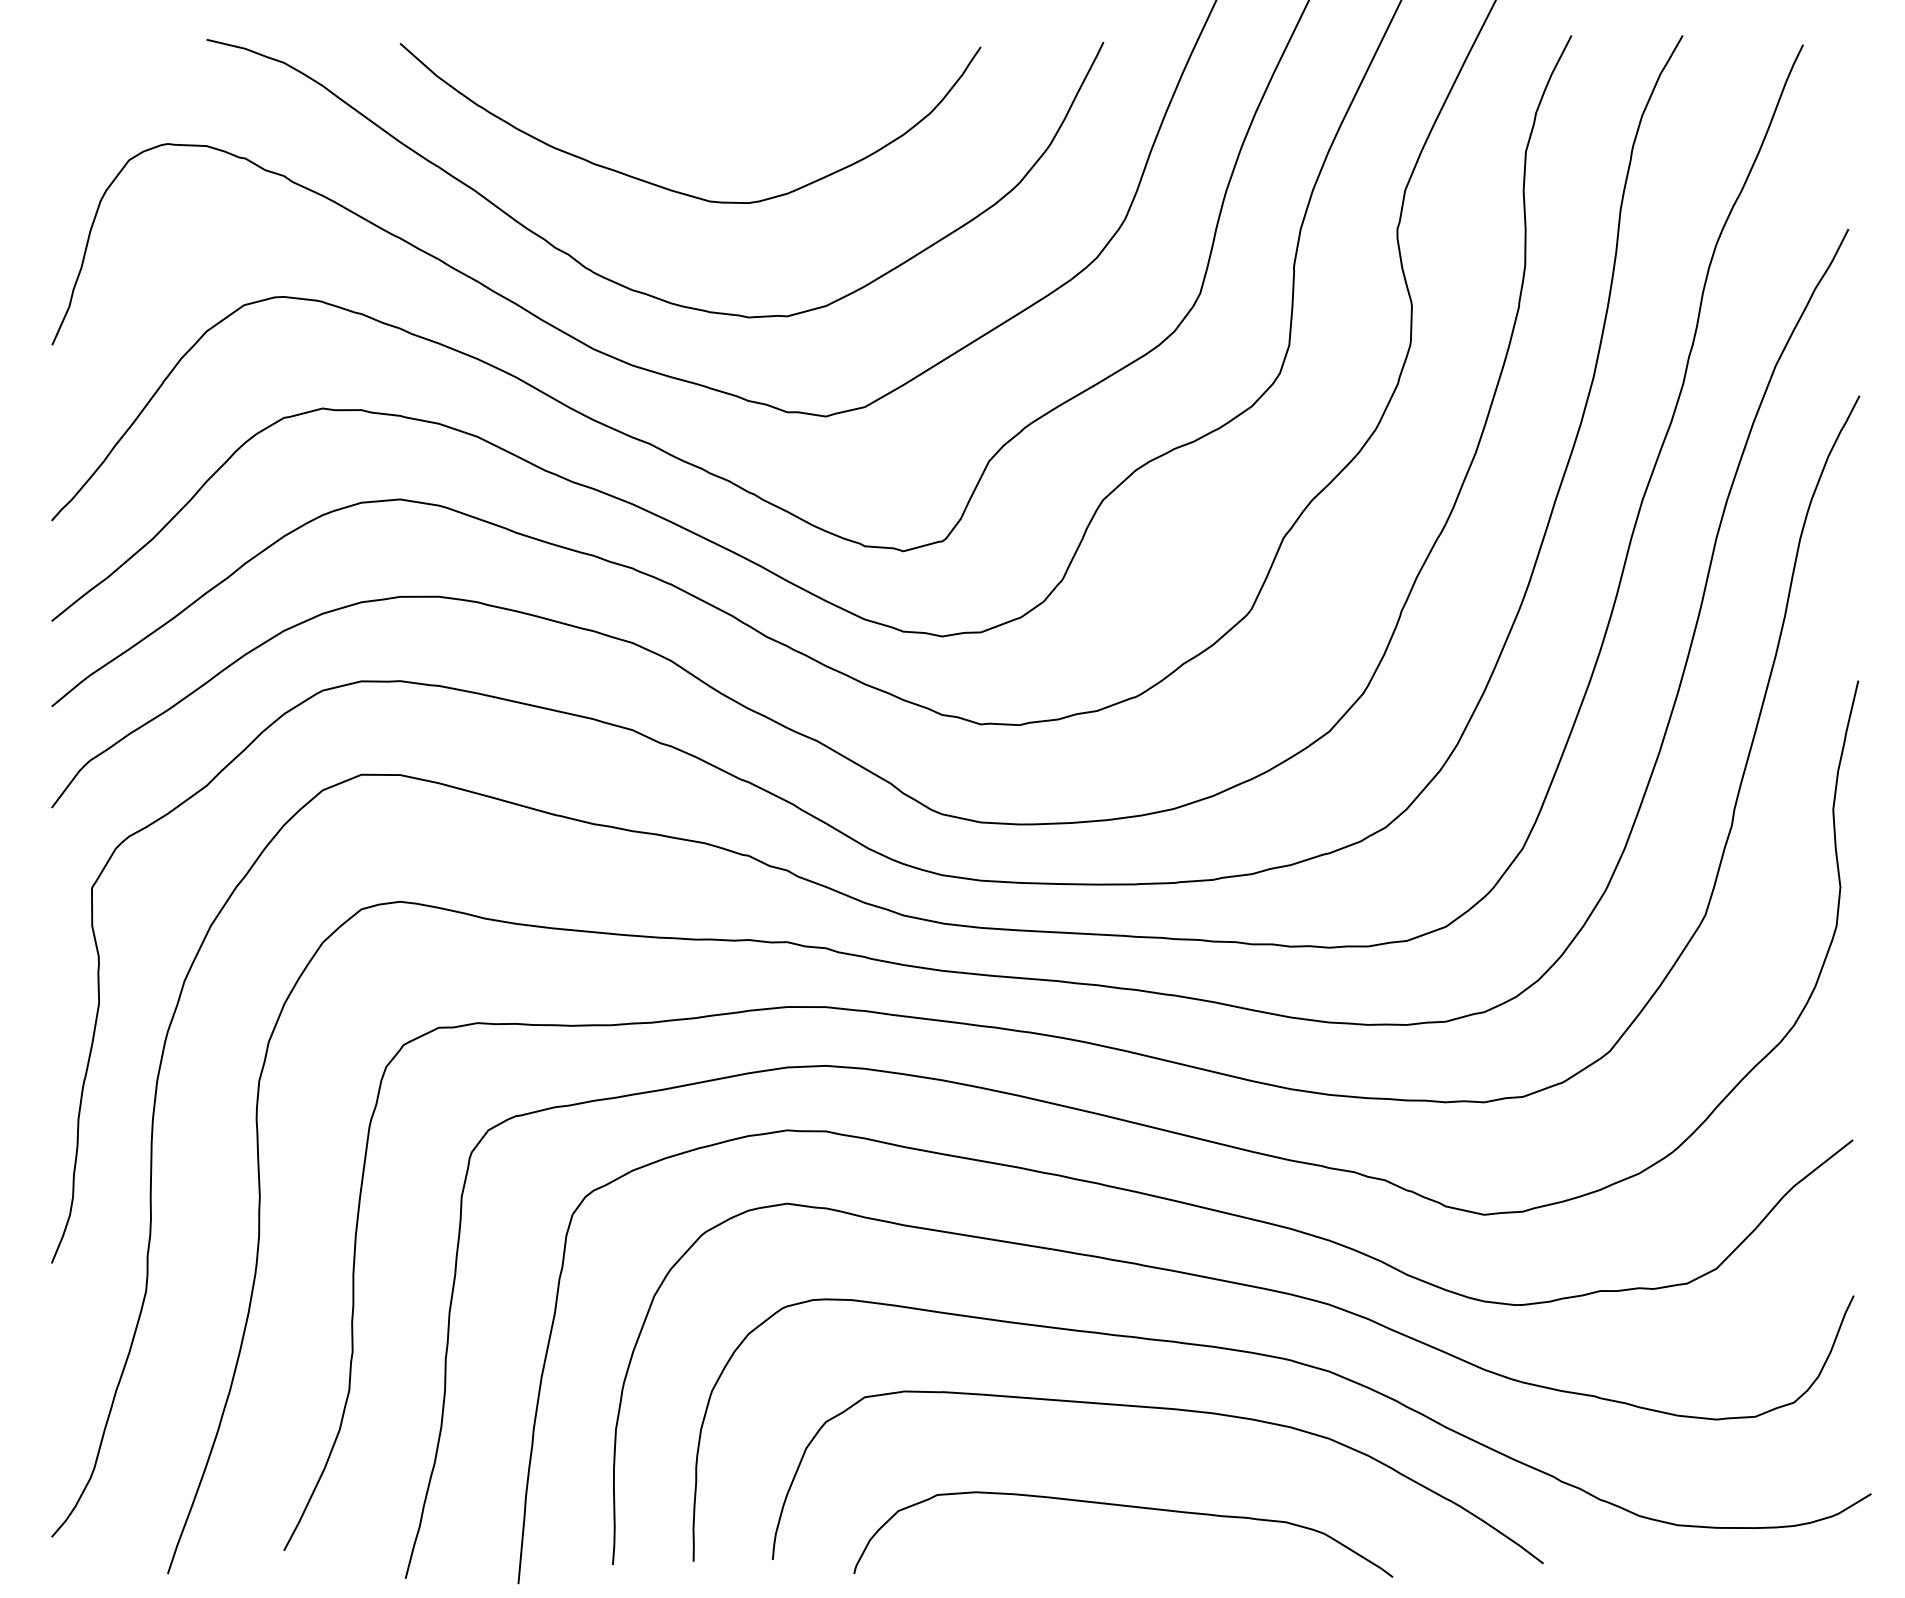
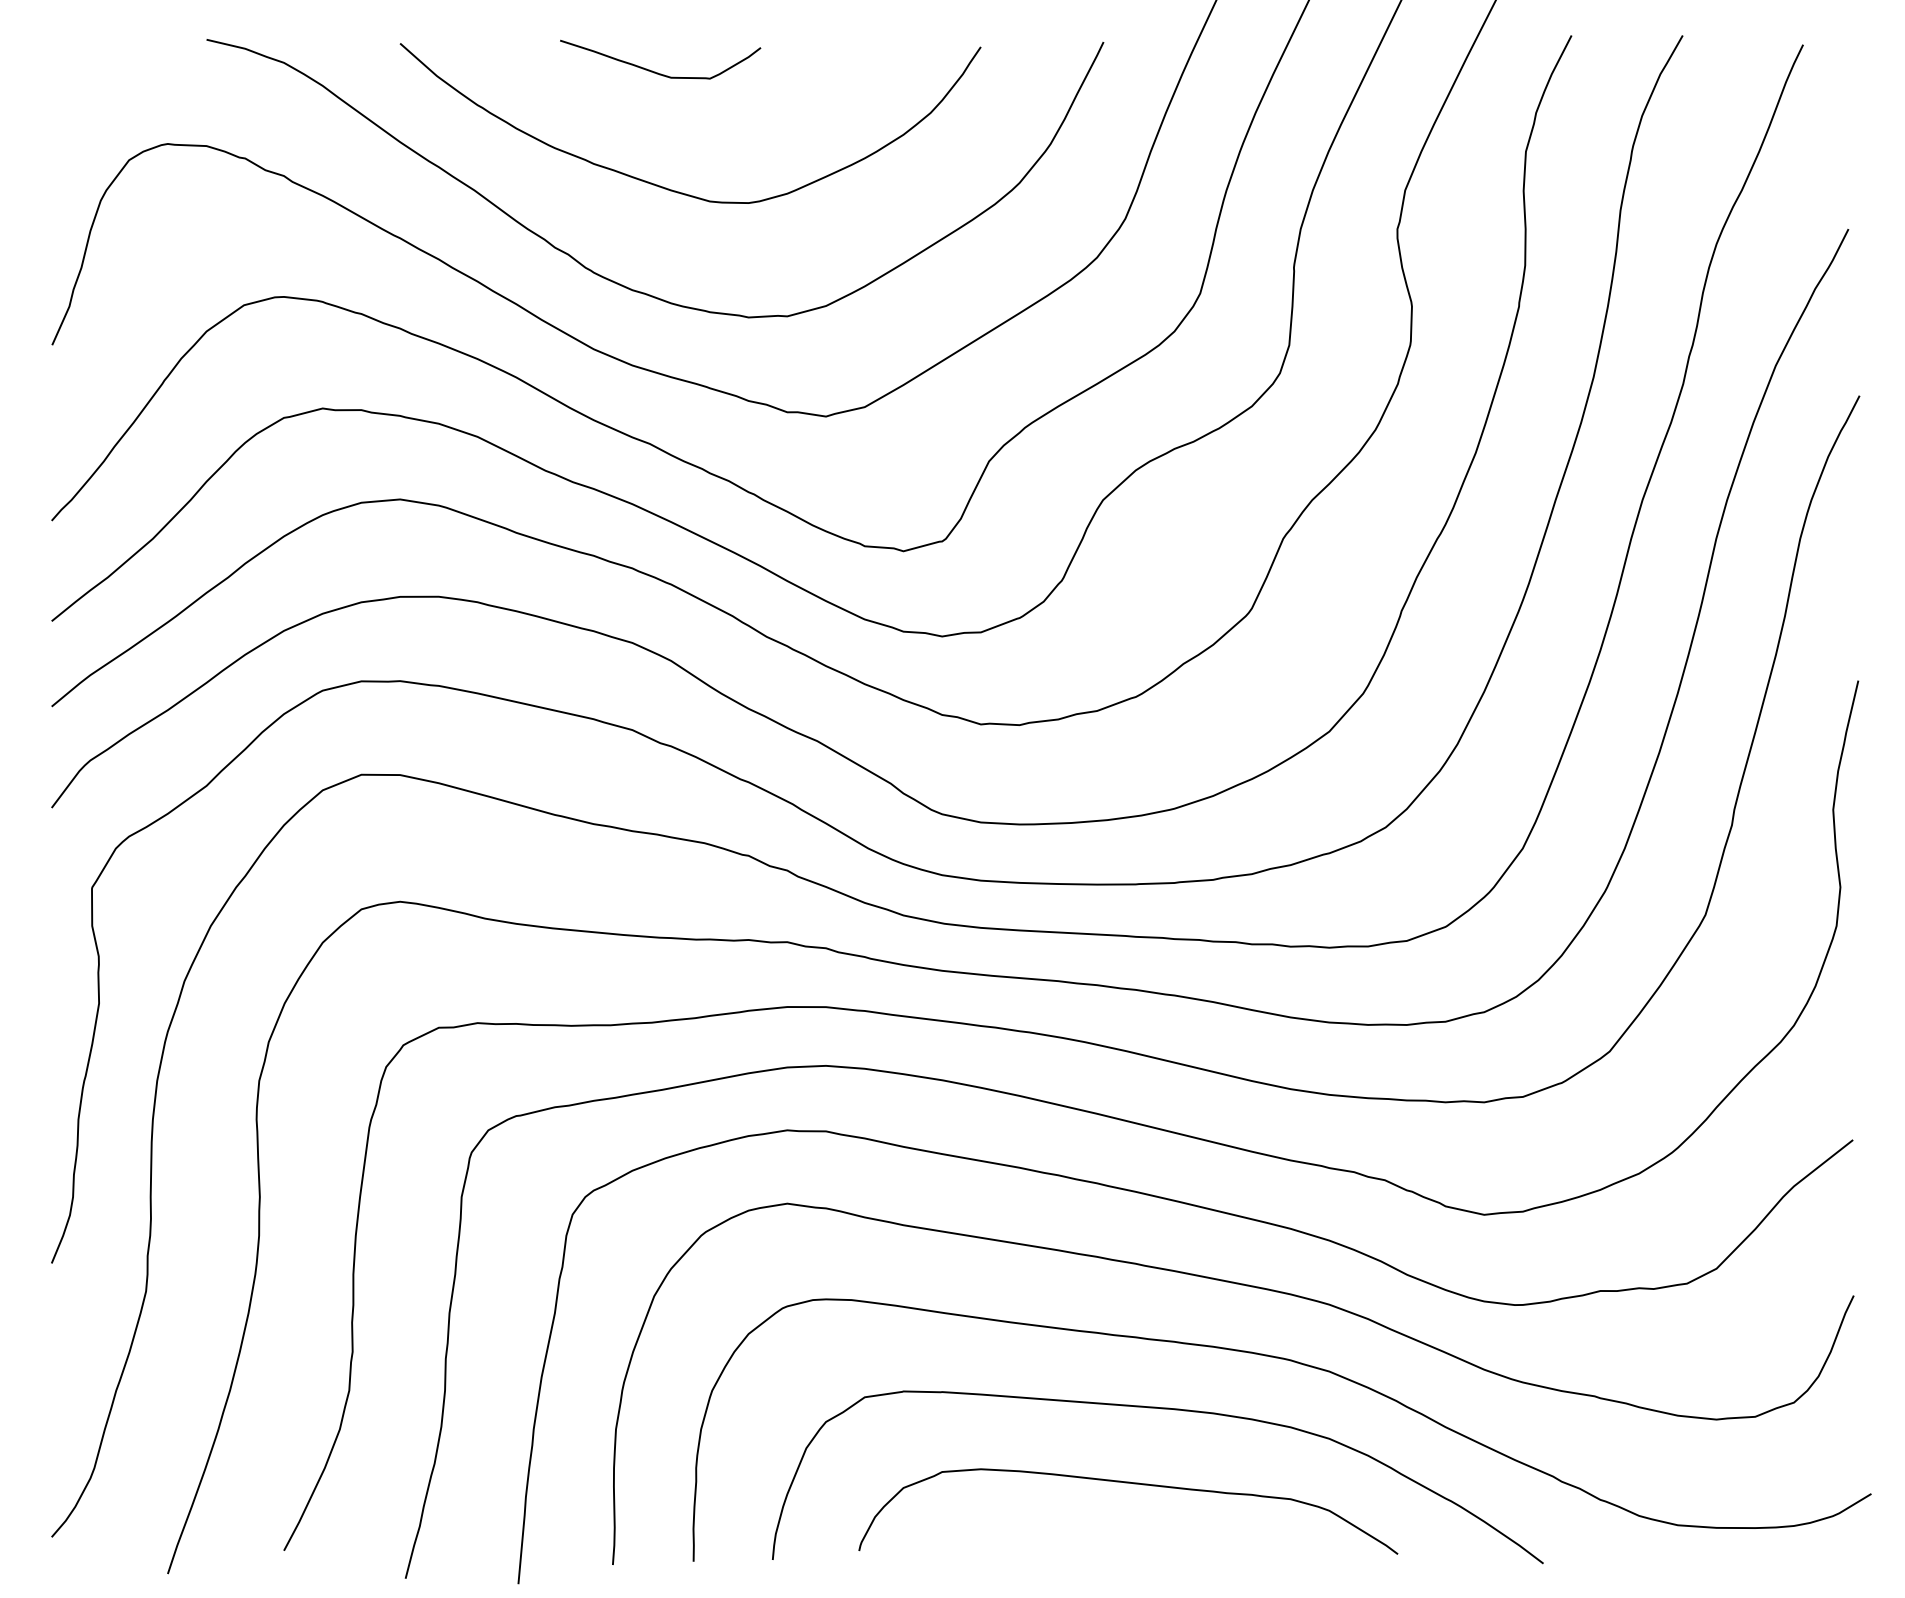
curve at (655, 71): none -> present
curve at (1128, 1507) position: (1128, 1507) -> (1133, 1484)
